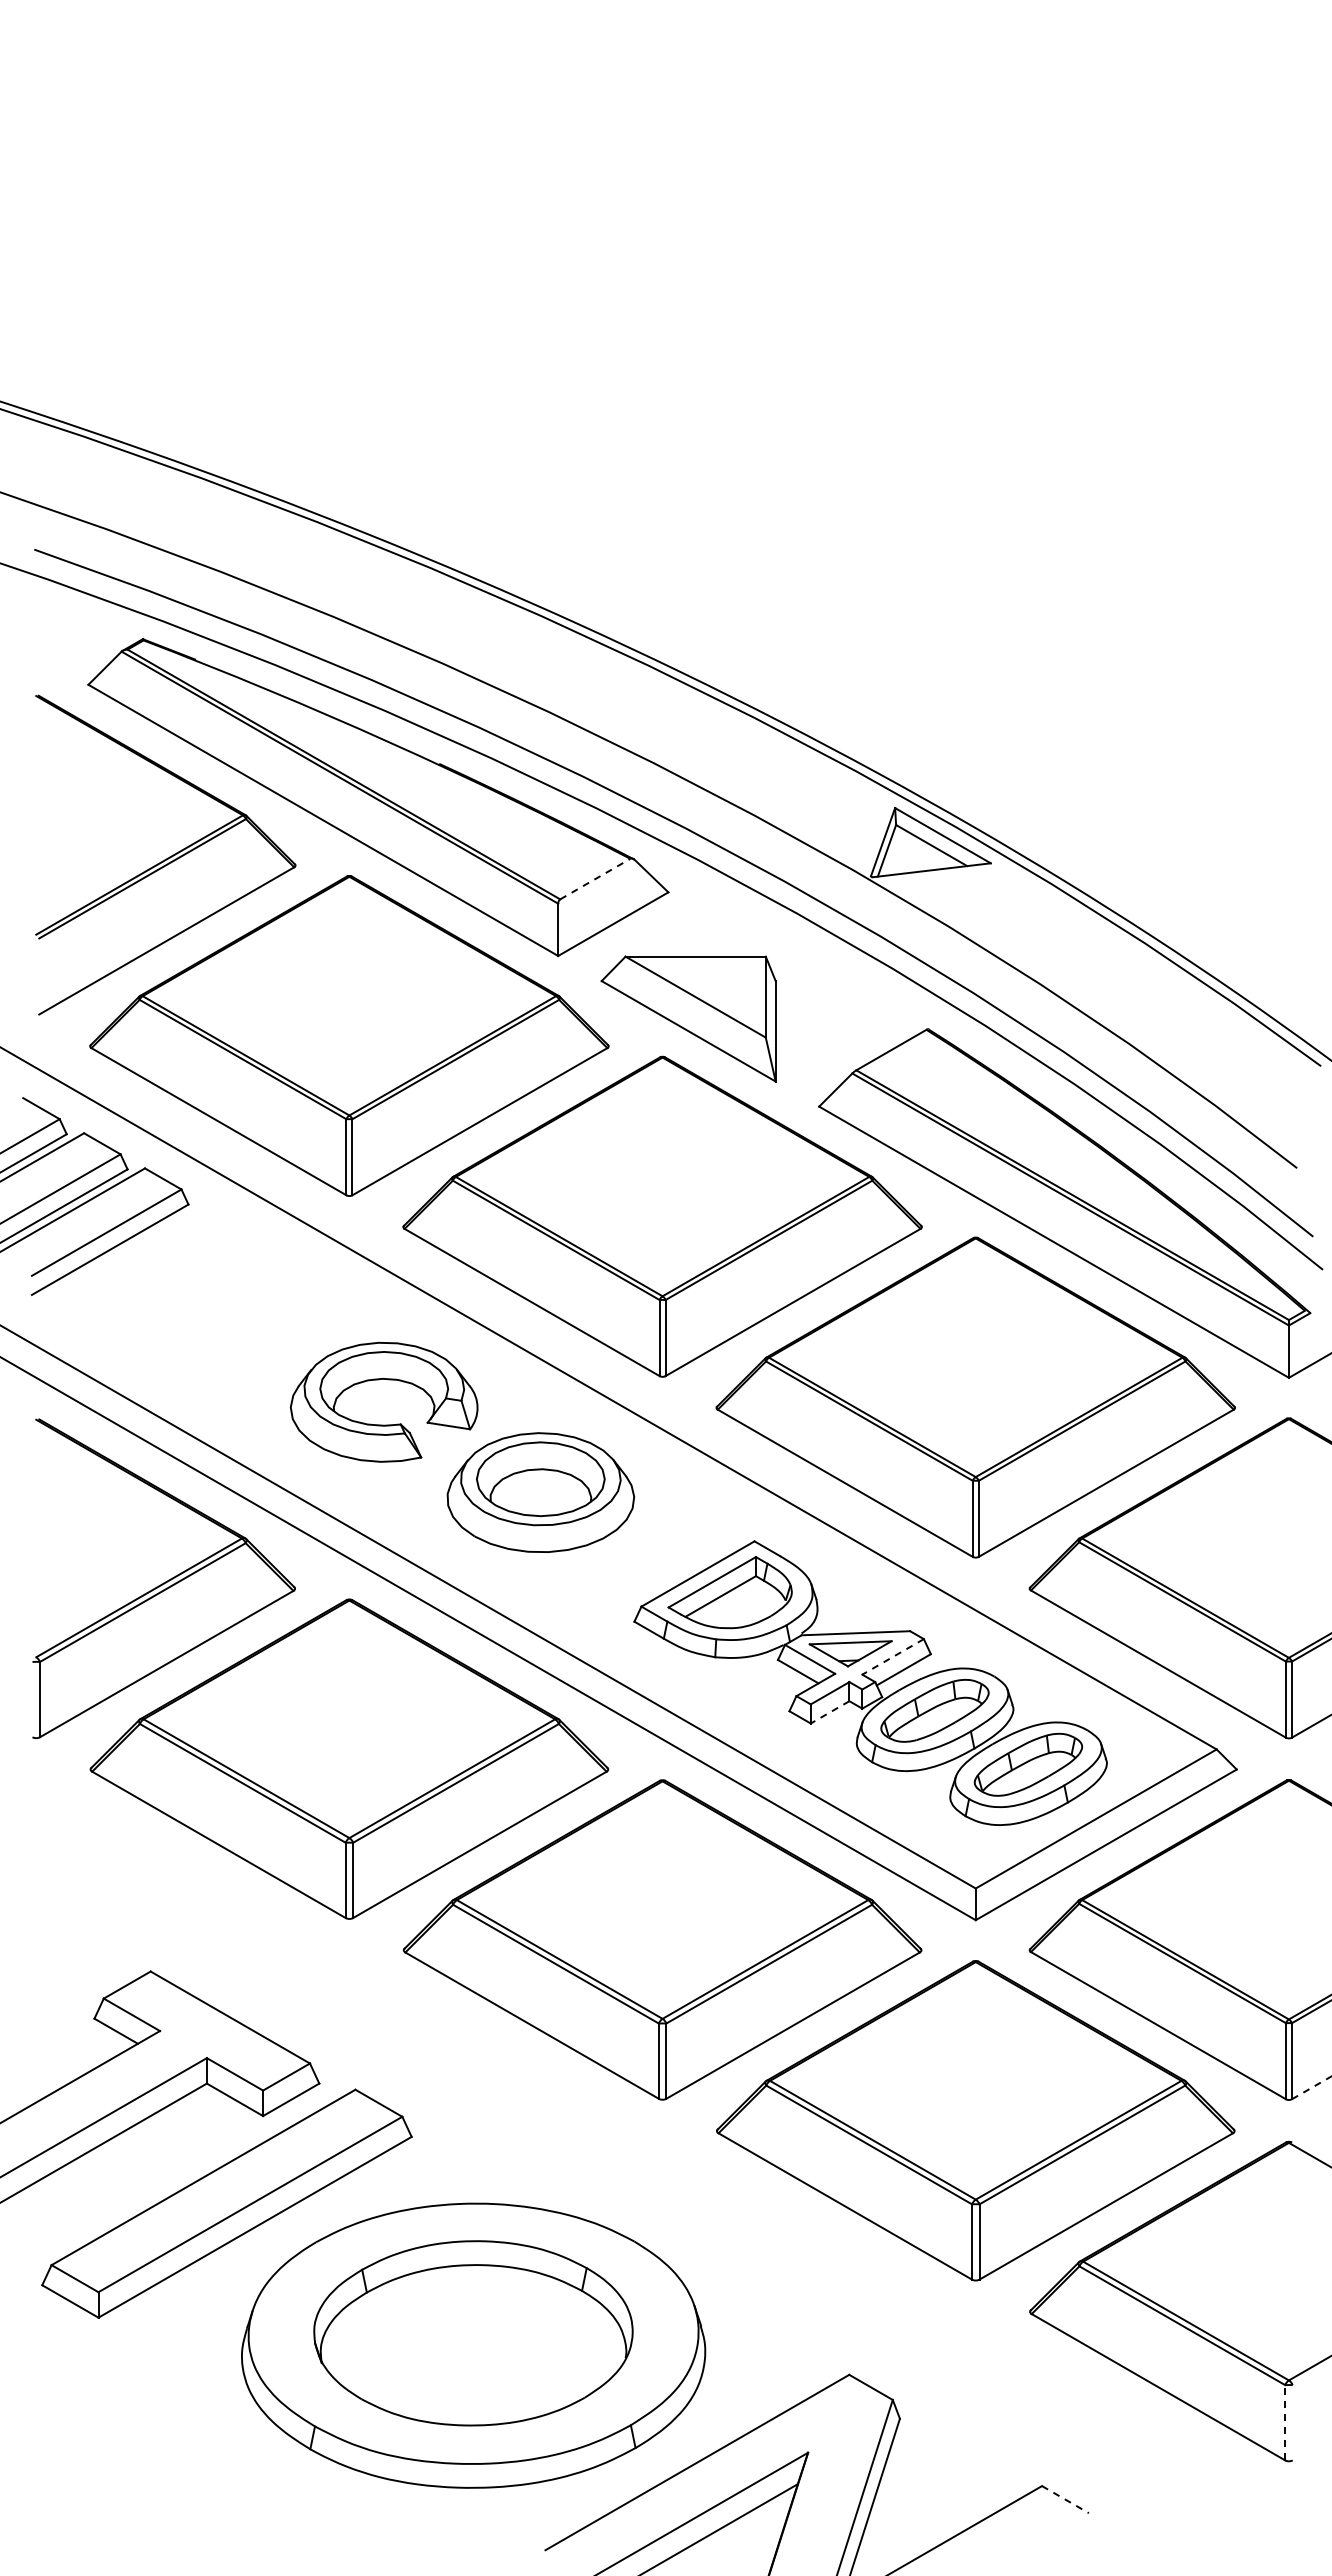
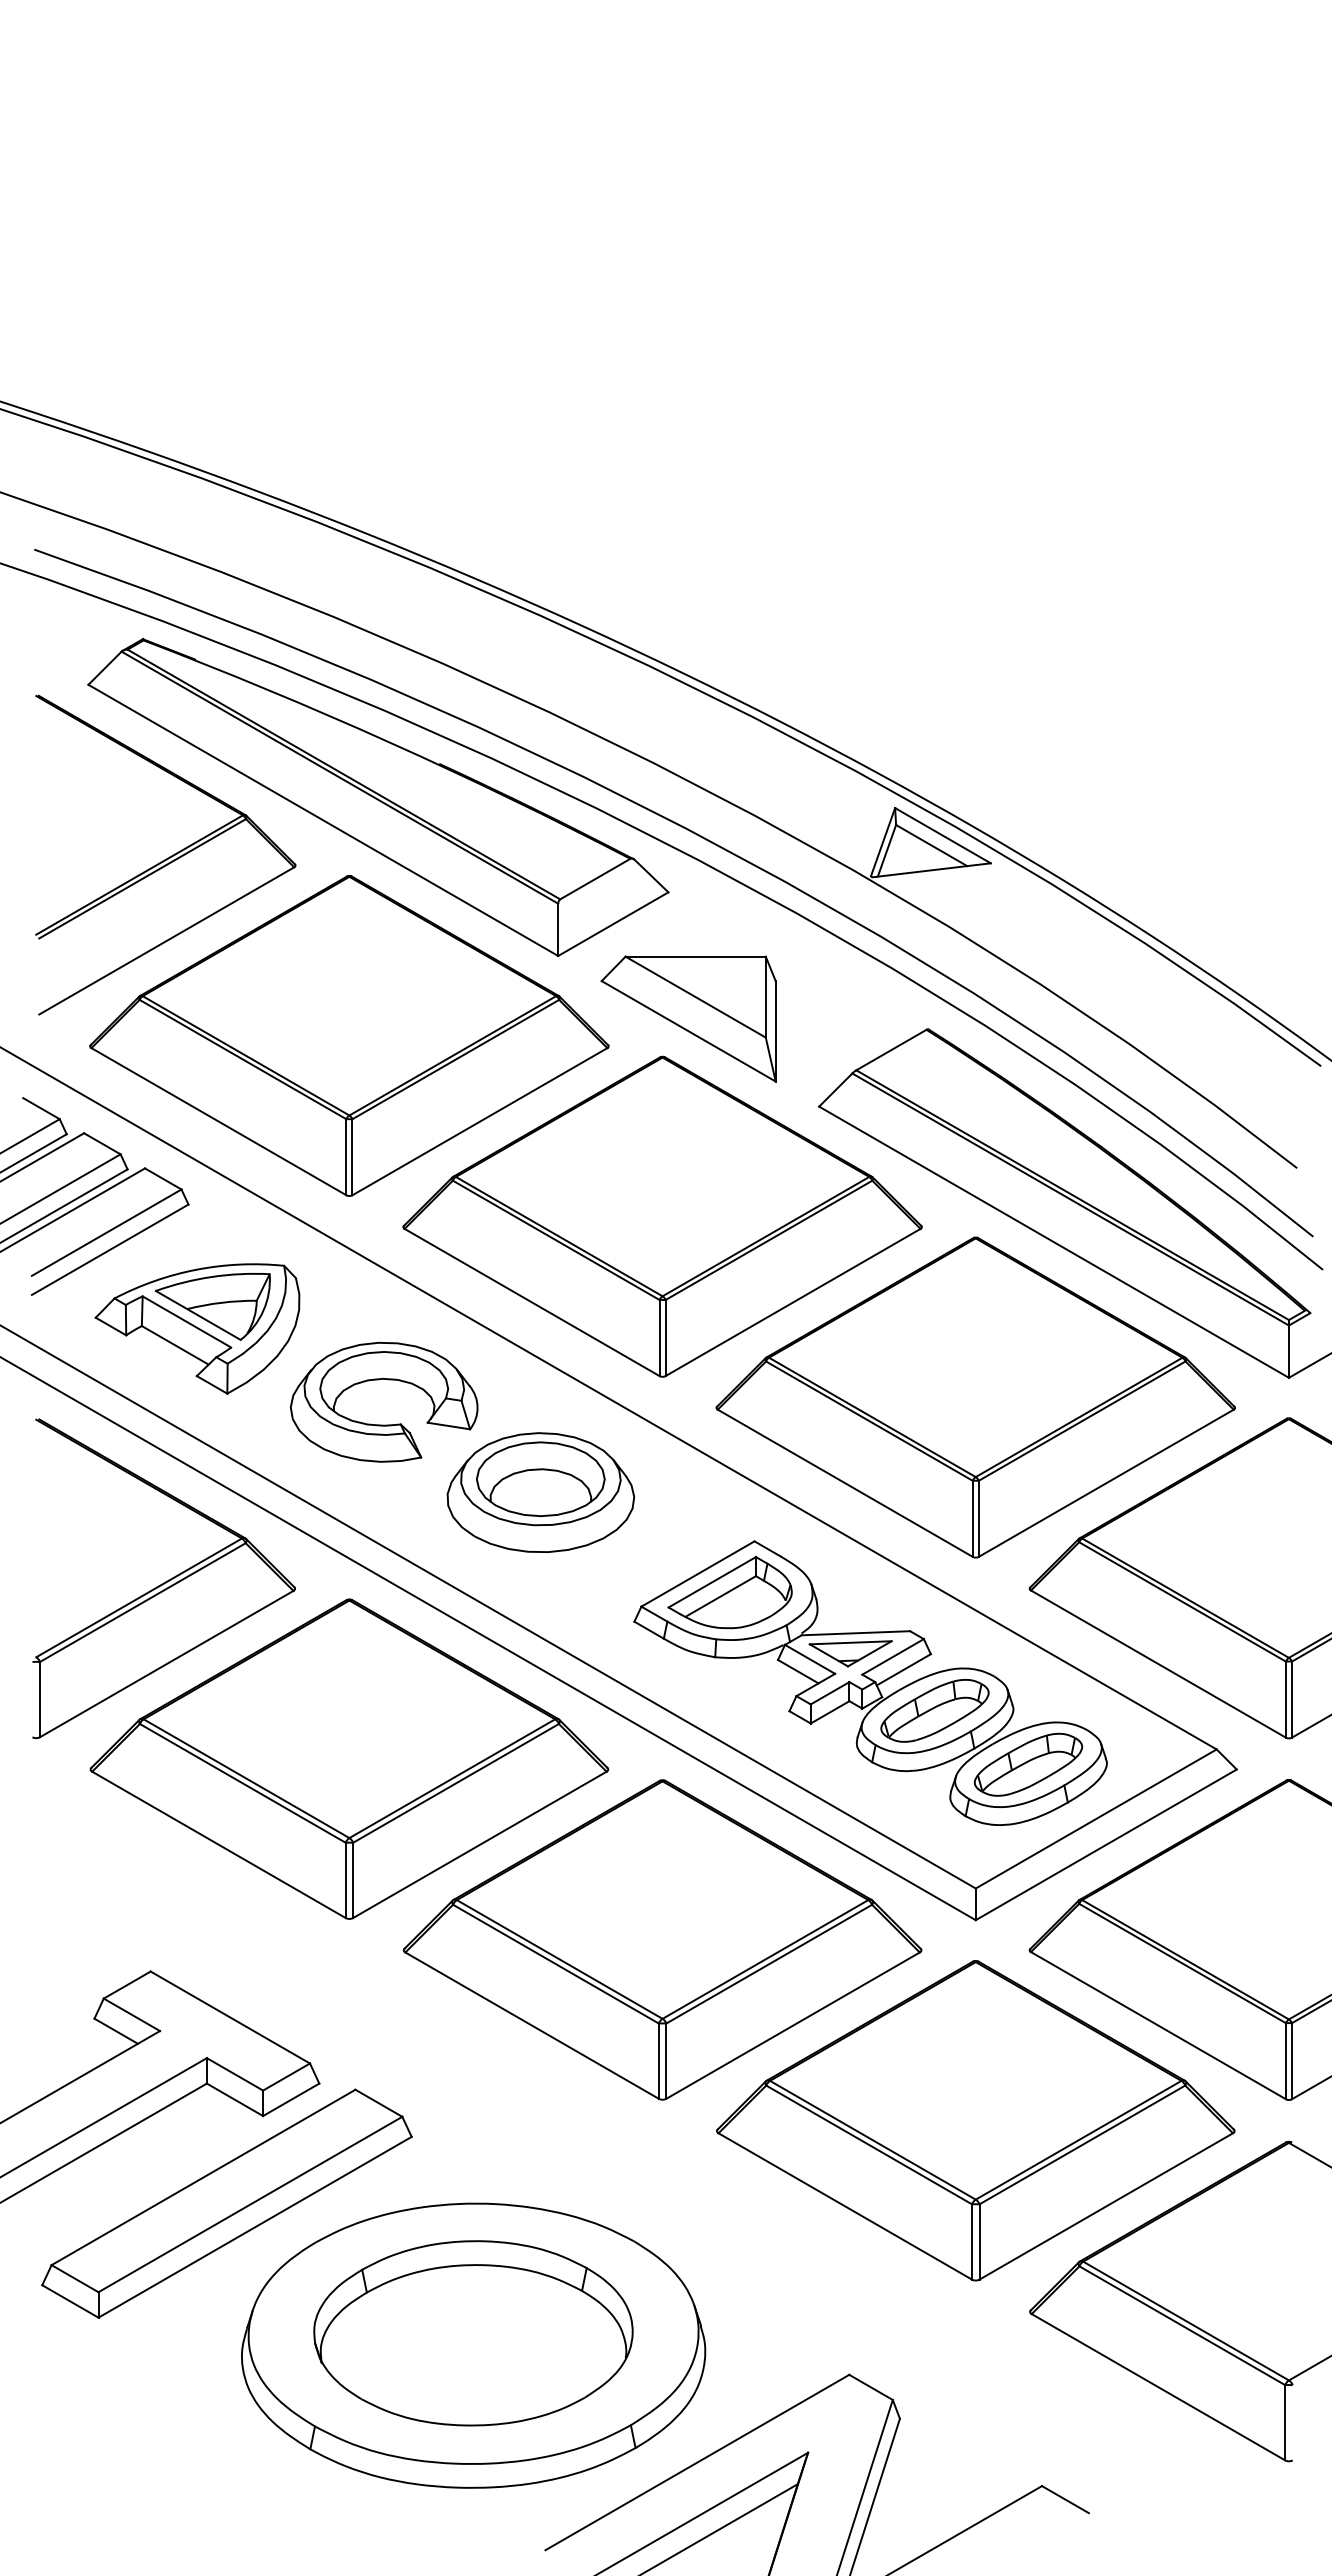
line at (595, 879): dashed -> solid
part at (197, 1328): none -> present
line at (893, 1656): dashed -> solid
line at (829, 1712): dashed -> solid
line at (1311, 2087): dashed -> solid
line at (1285, 2422): dashed -> solid
line at (1065, 2499): dashed -> solid
